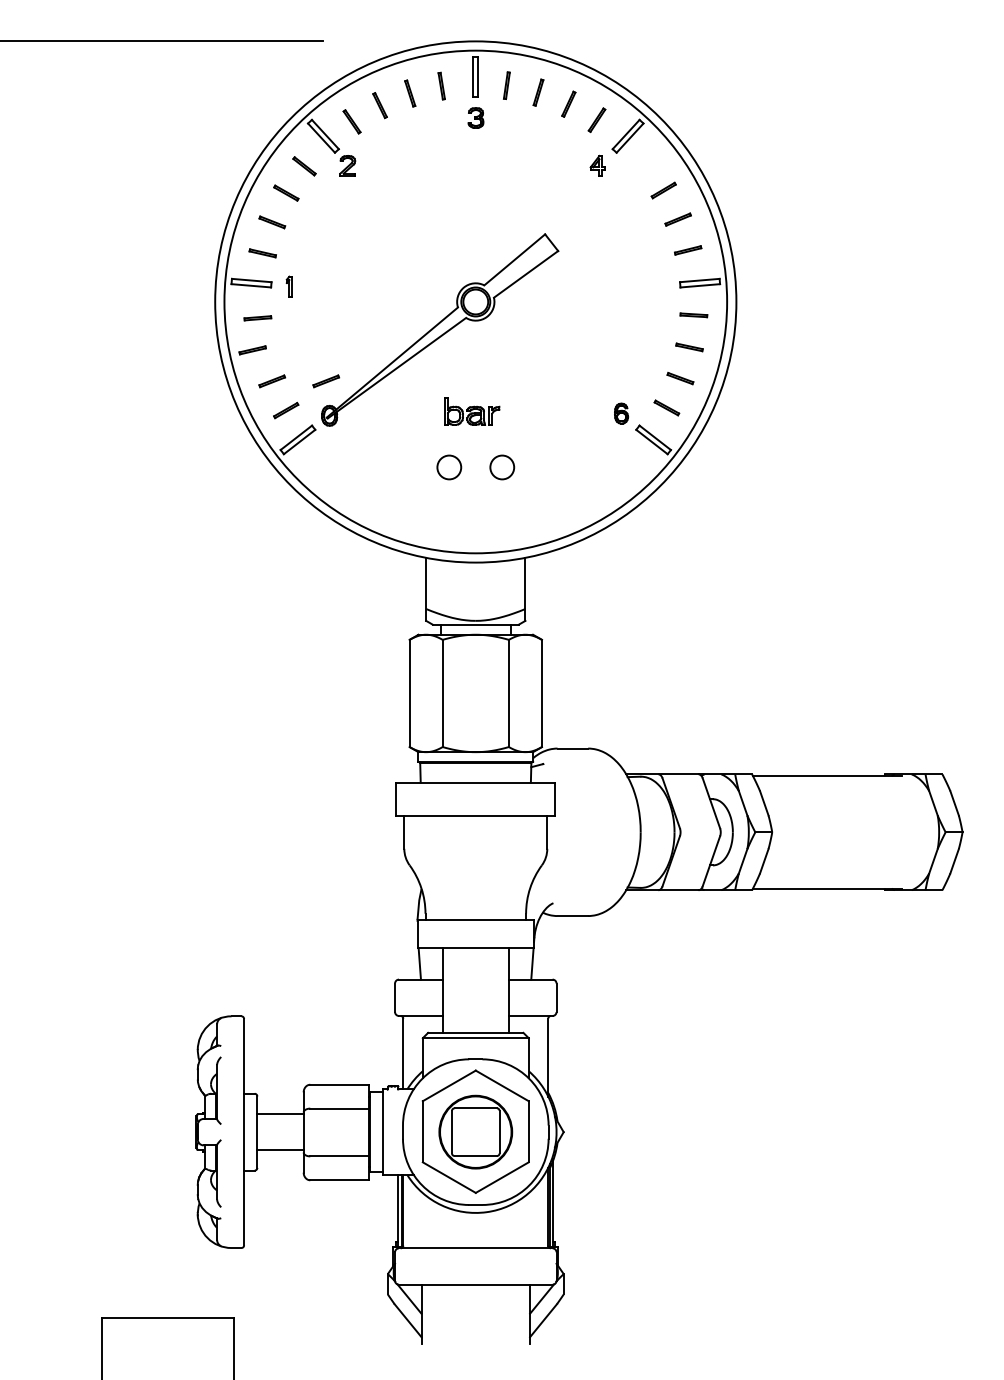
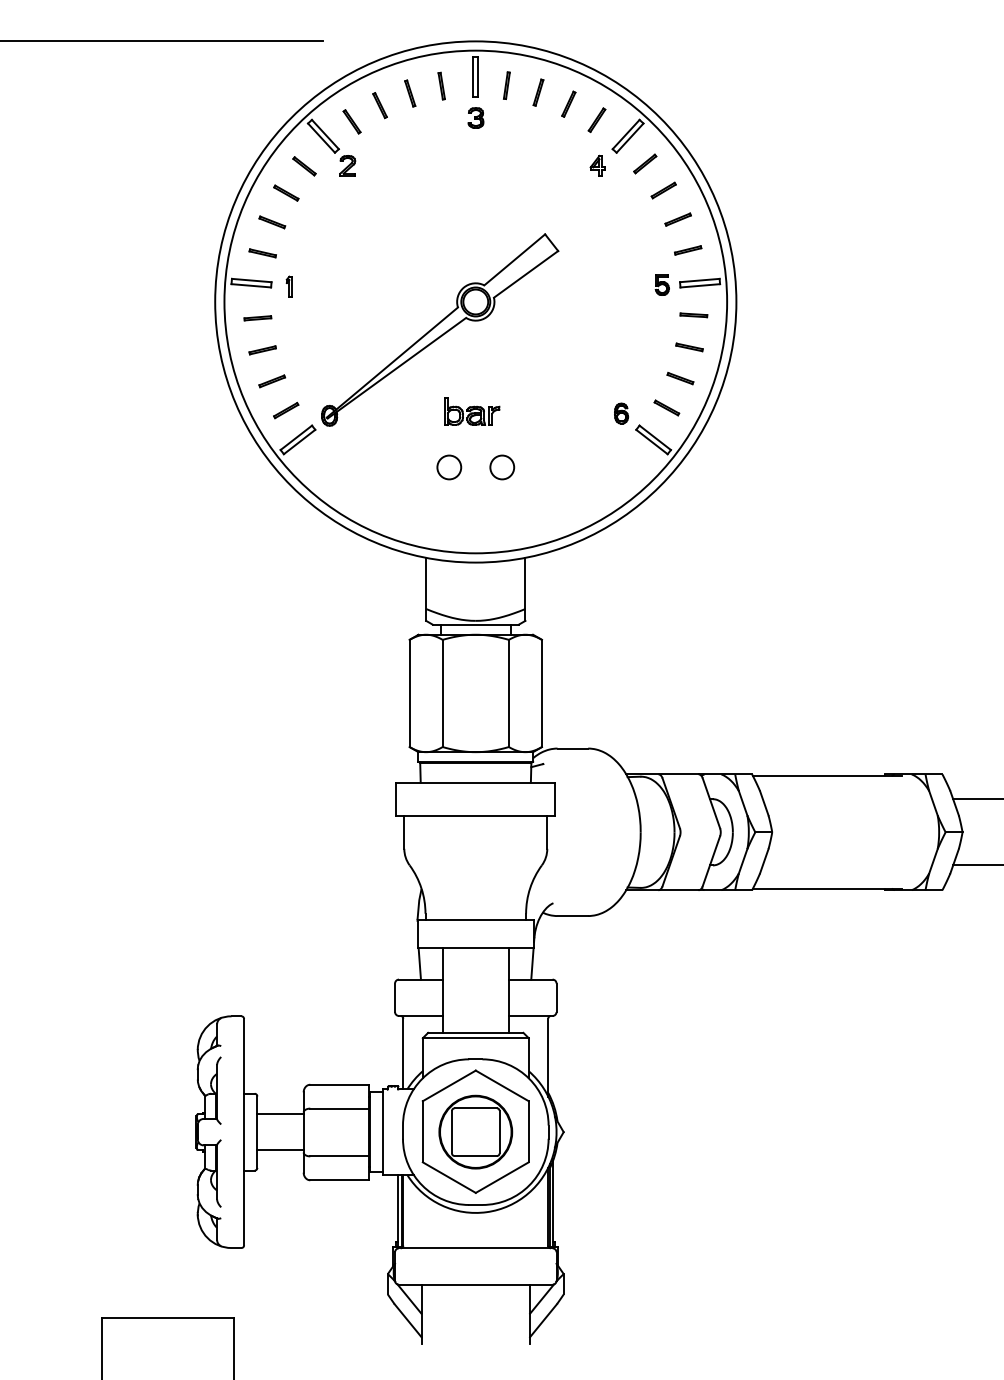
part at (645, 163): none -> present
part at (661, 284): none -> present
part at (252, 350) position: (252, 350) -> (262, 350)
part at (326, 381): present -> none
line at (976, 799): none -> present
line at (976, 865): none -> present
